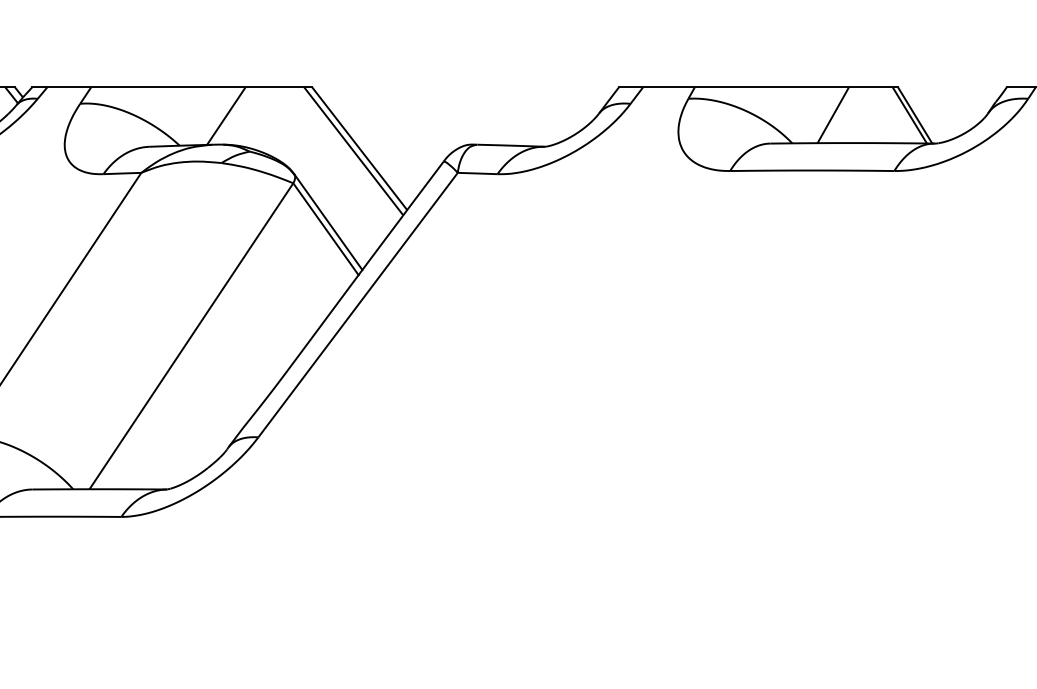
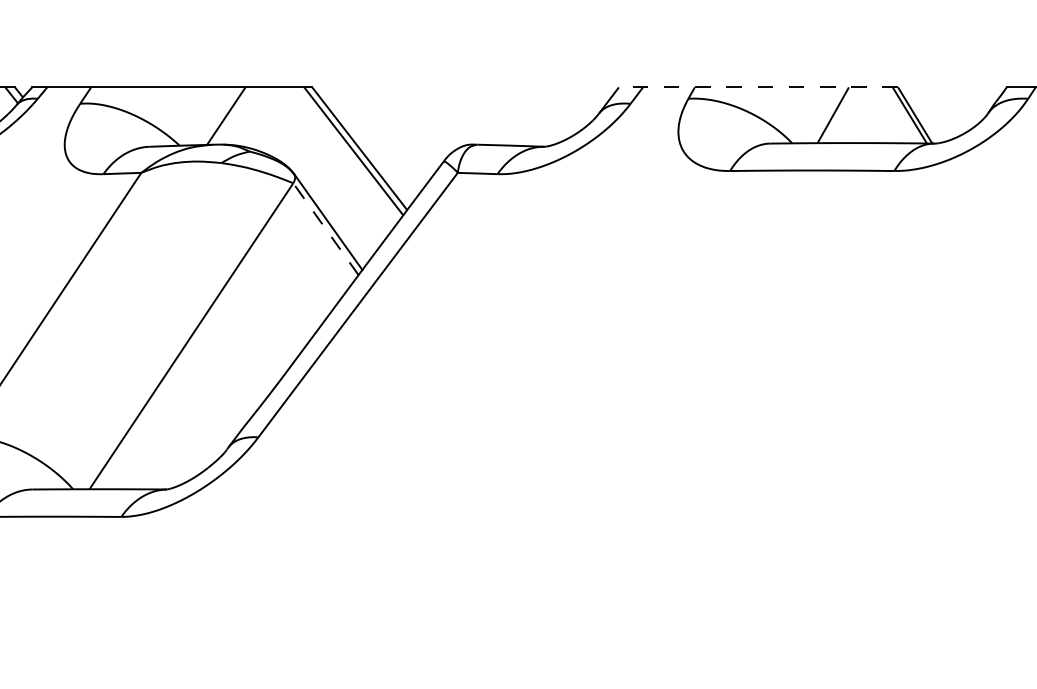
line at (758, 87): solid -> dashed
line at (325, 228): solid -> dashed
